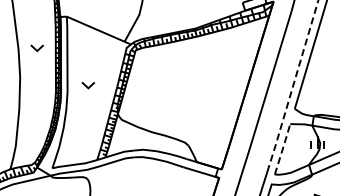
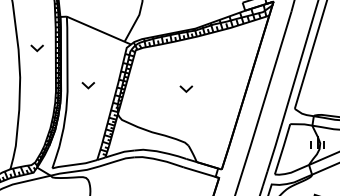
line at (292, 86): dashed -> solid
part at (186, 88): none -> present
line at (282, 148): dashed -> solid
